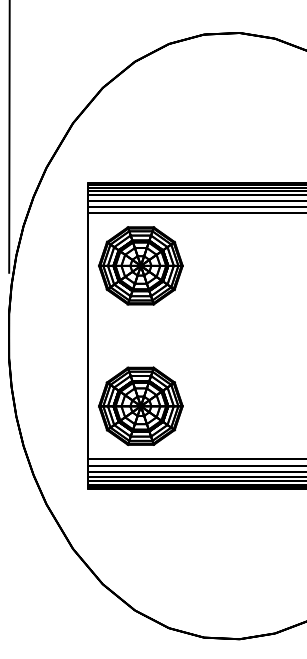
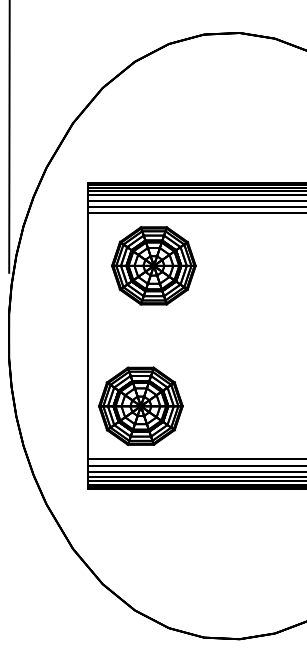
part at (140, 265) position: (140, 265) -> (153, 265)
